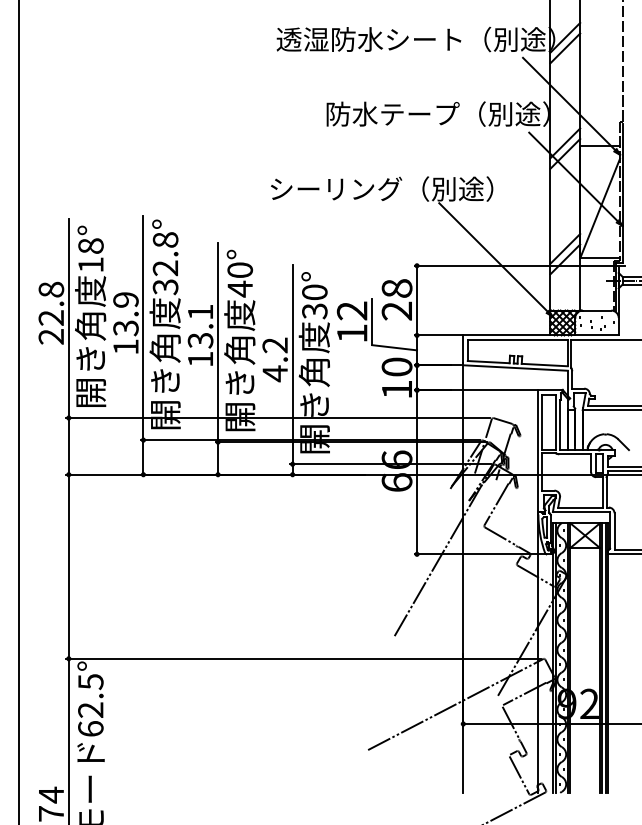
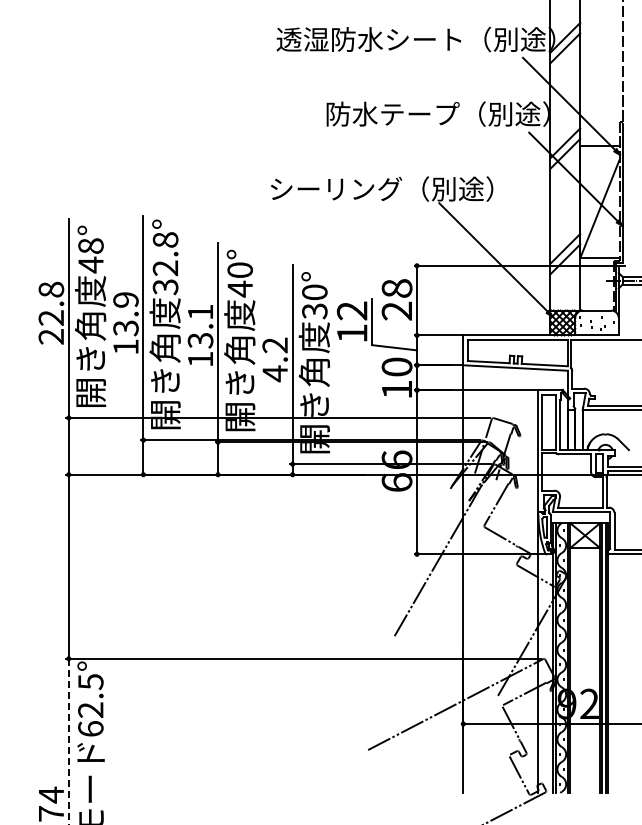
text at (90, 264): 18° -> 48°
line at (19, 411): present -> none
line at (68, 741): solid -> dashed
